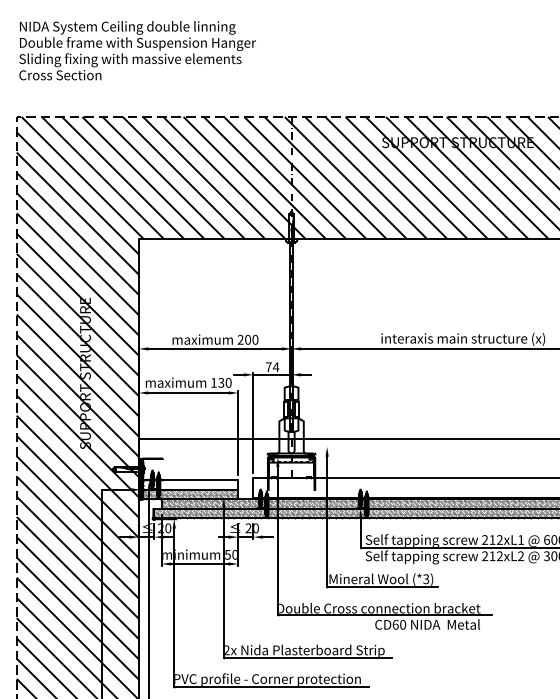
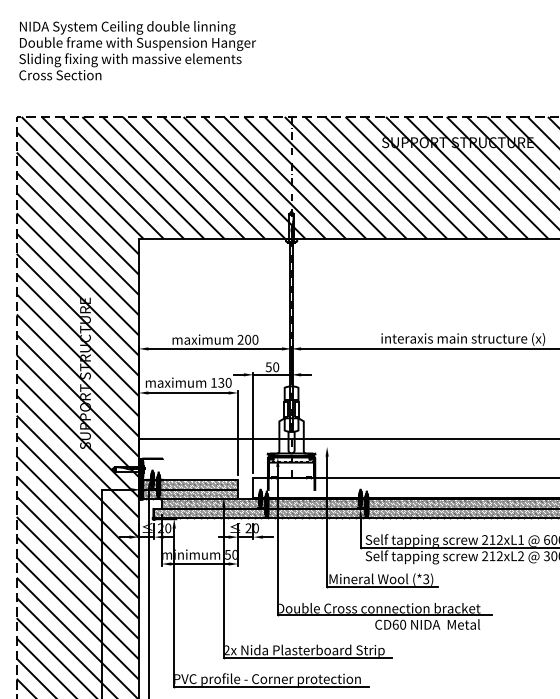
text at (272, 367): 74 -> 50
hatch at (190, 485): none -> present
